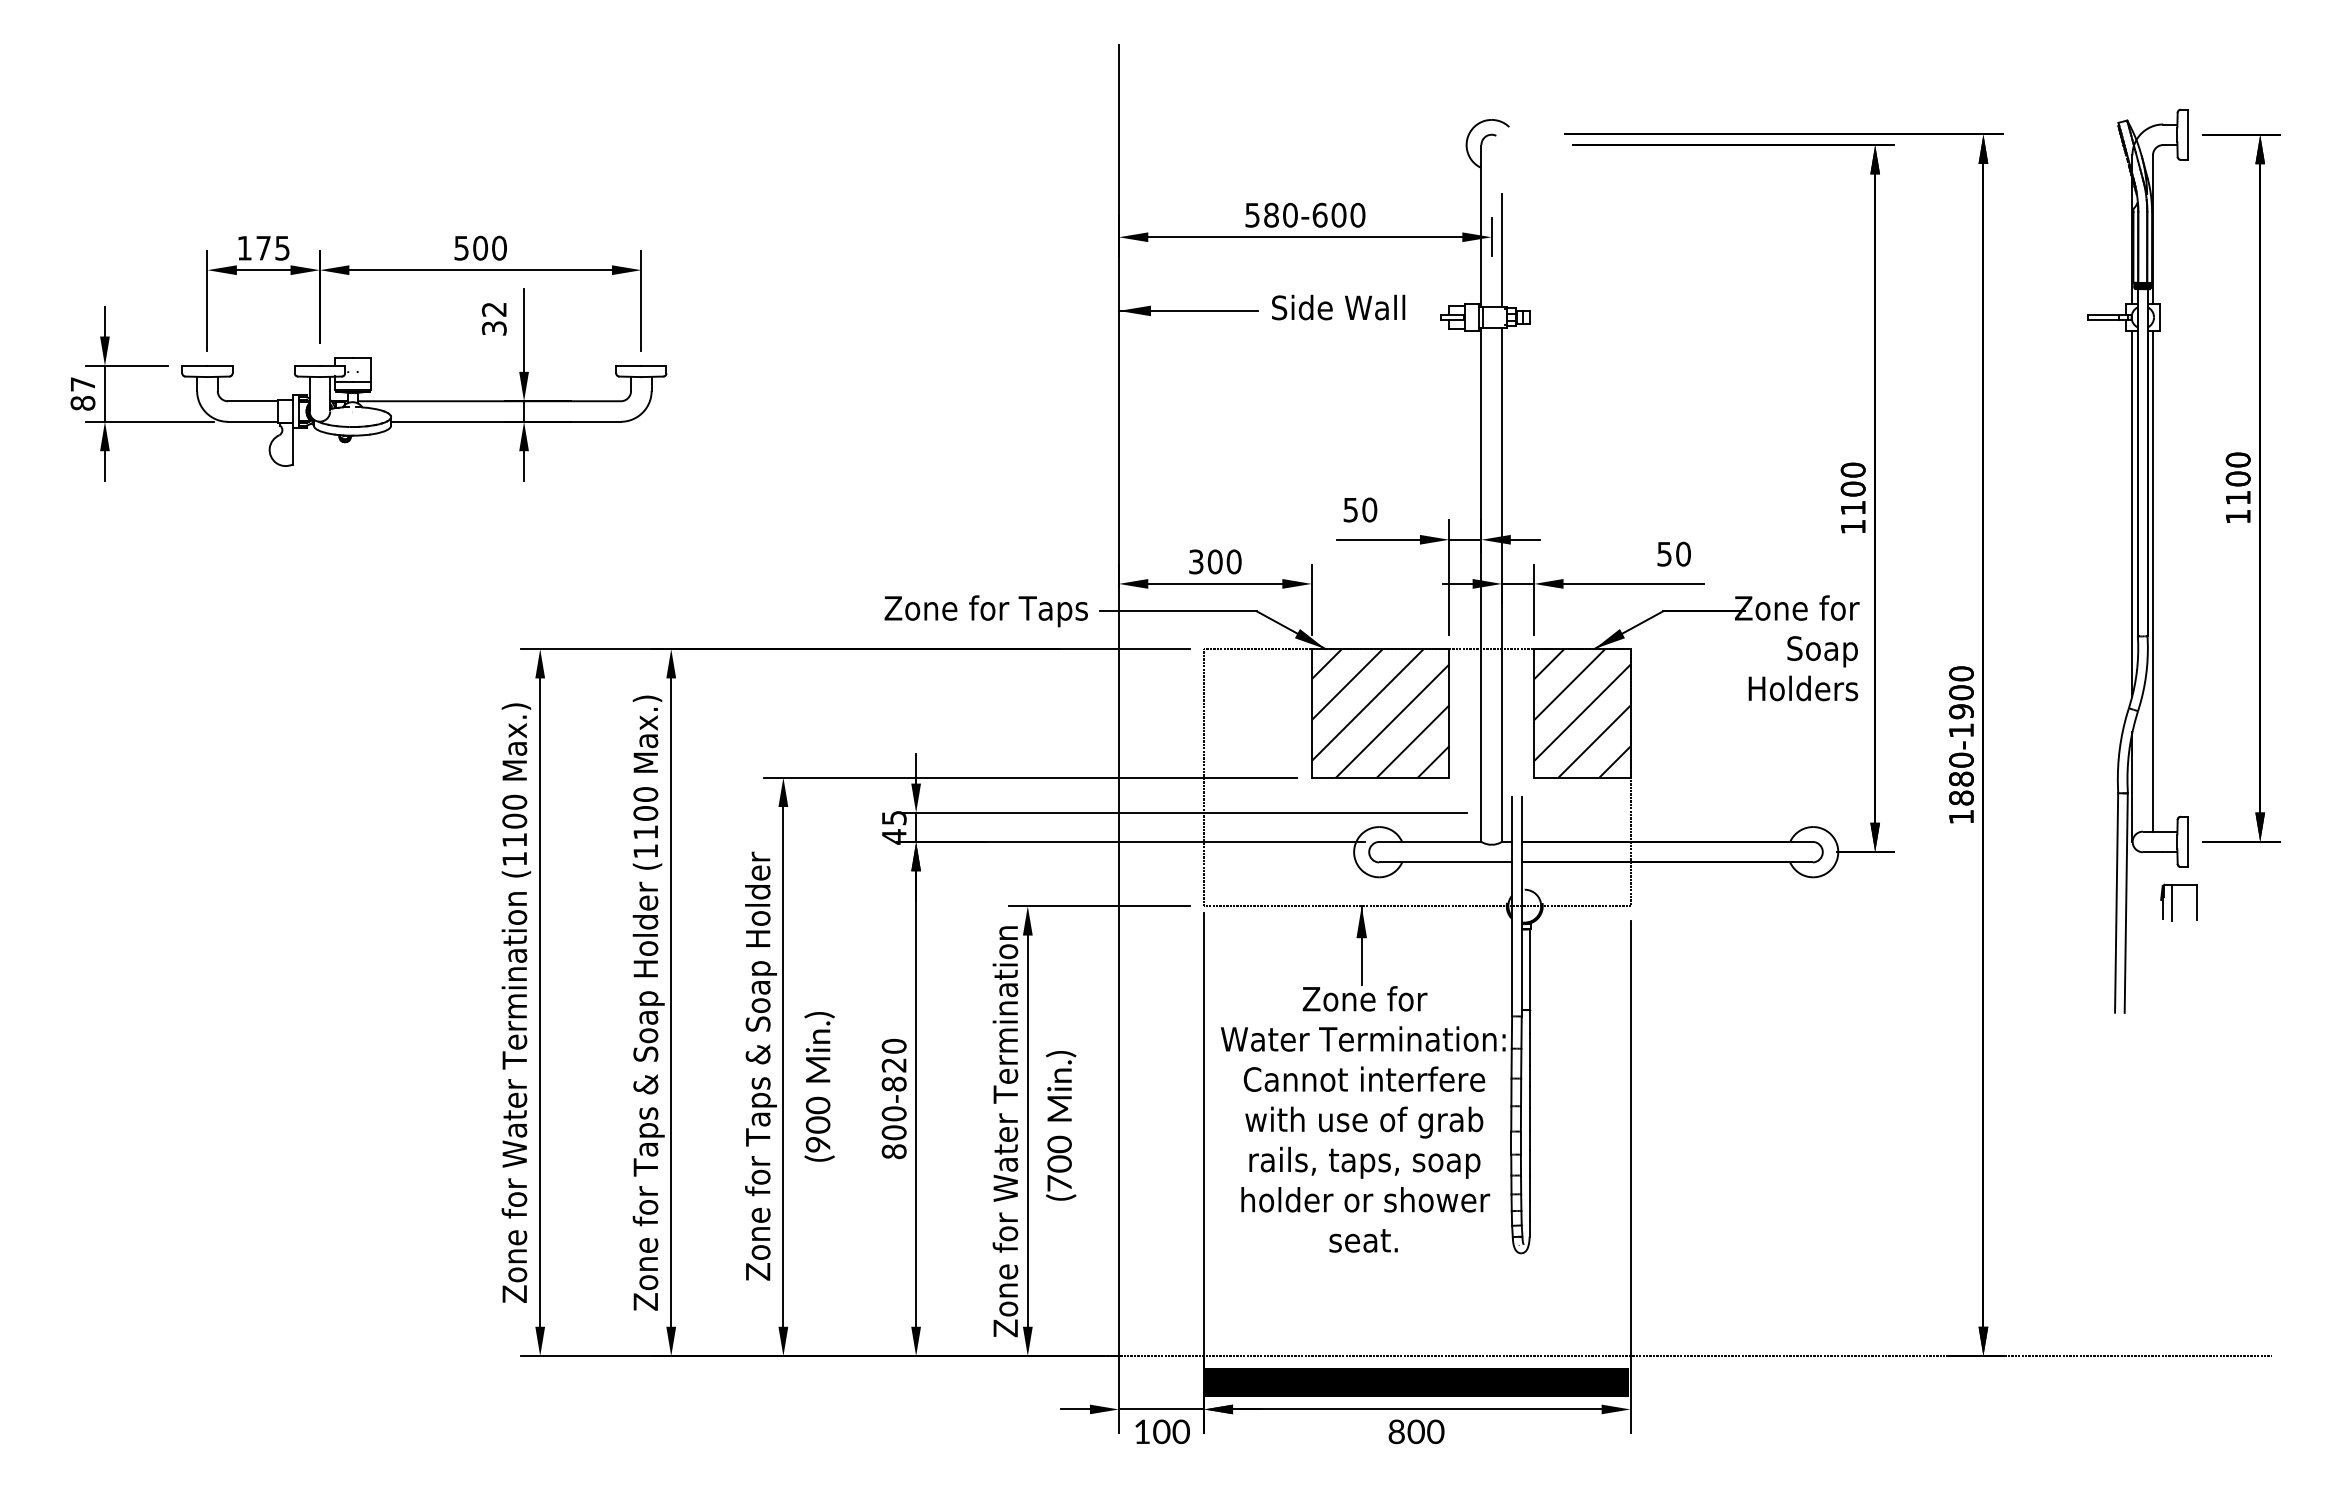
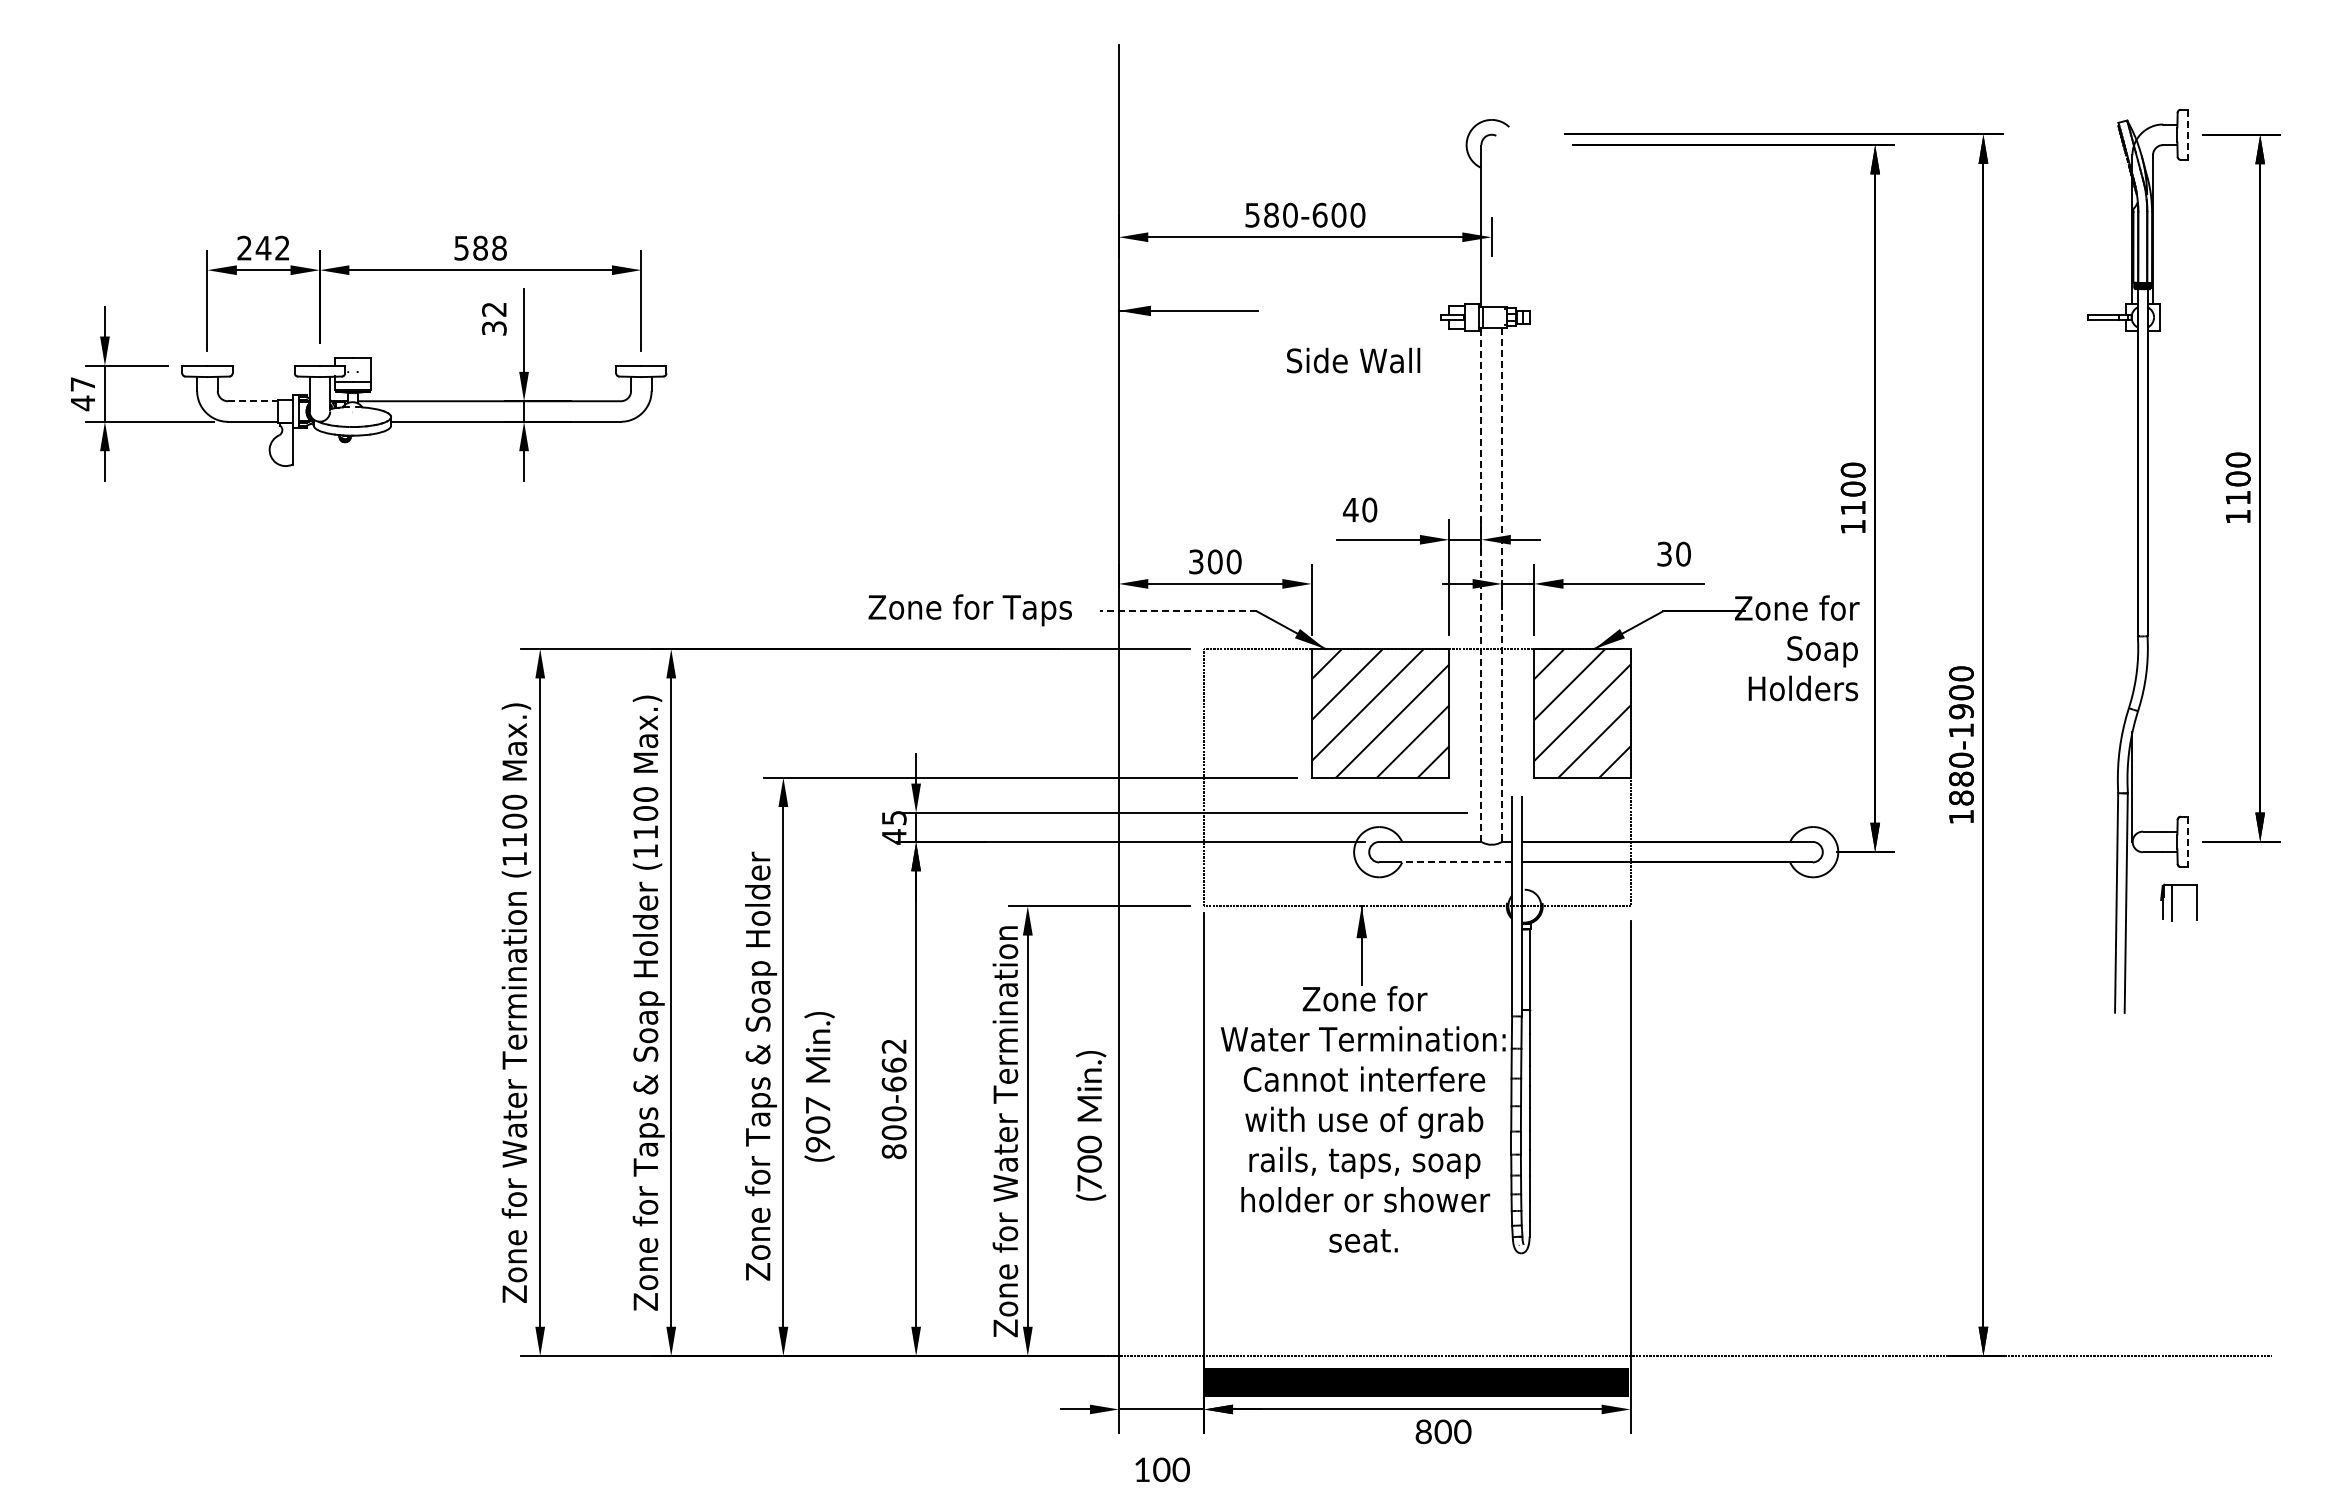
line at (2188, 135): solid -> dashed
text at (263, 247): 175 -> 242
text at (489, 248): 500 -> 588
line at (1502, 250): present -> none
text at (1338, 307) position: (1338, 307) -> (1353, 360)
line at (252, 401): solid -> dashed
text at (82, 403): 87 -> 47
text at (1350, 510): 50 -> 40
line at (2132, 512): present -> none
text at (1664, 553): 50 -> 30
line at (2153, 580): present -> none
line at (1481, 585): solid -> dashed
line at (1502, 585): solid -> dashed
text at (985, 611) position: (985, 611) -> (969, 610)
line at (1178, 611): solid -> dashed
line at (2188, 842): solid -> dashed
line at (1455, 862): solid -> dashed
text at (893, 1064): 800-820 -> 800-662
text at (817, 1105): (900 -> (907
text at (1060, 1125) position: (1060, 1125) -> (1090, 1125)
text at (1162, 1431) position: (1162, 1431) -> (1162, 1469)
text at (1416, 1431) position: (1416, 1431) -> (1443, 1431)
